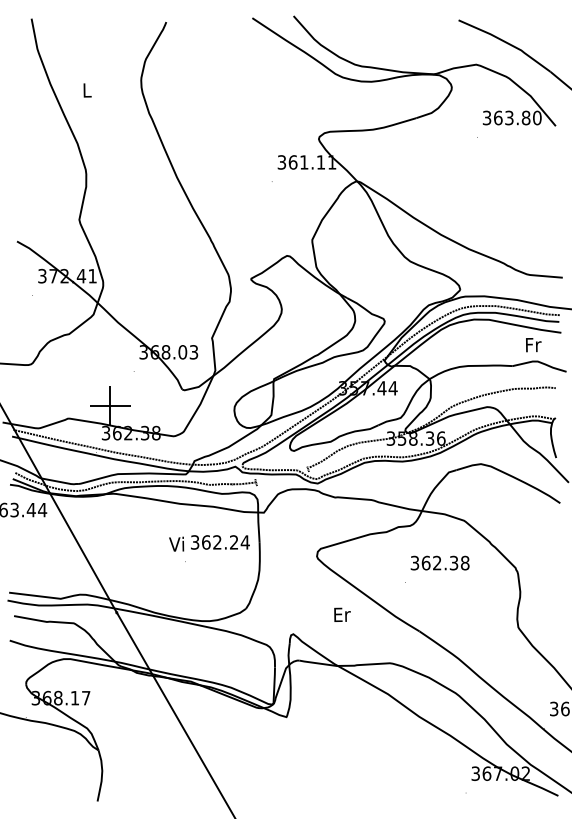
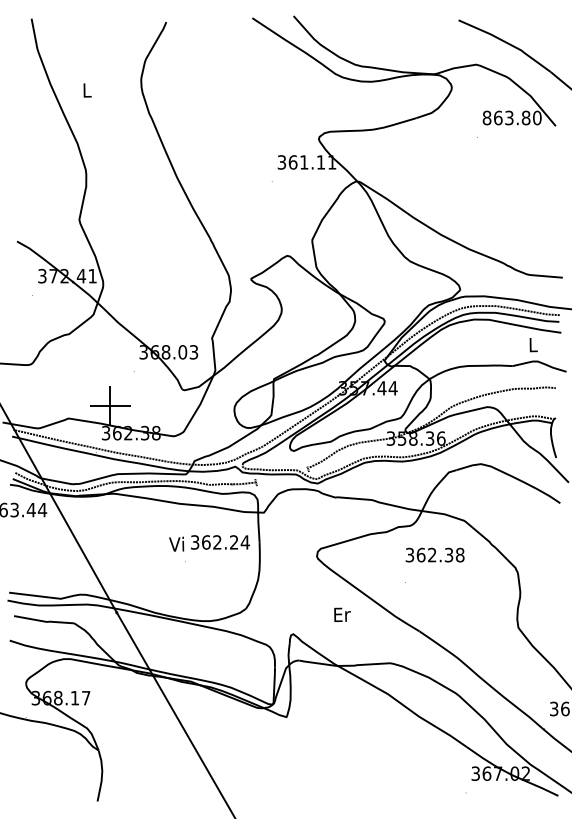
text at (486, 117): 363.80 -> 863.80
text at (533, 345): Fr -> L
text at (439, 562) position: (439, 562) -> (434, 554)
